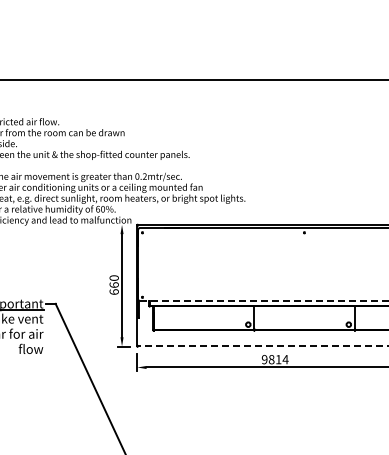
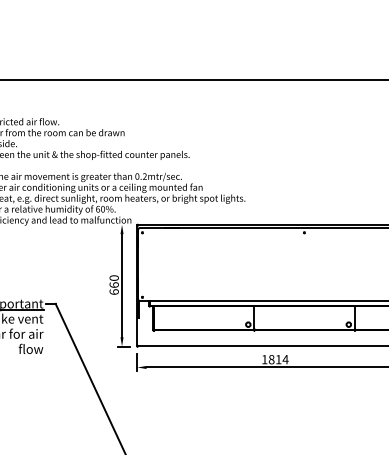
line at (264, 300): dashed -> solid
line at (262, 346): dashed -> solid
text at (264, 359): 9814 -> 1814
